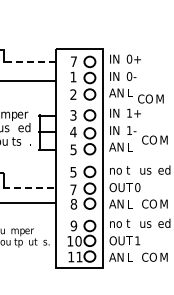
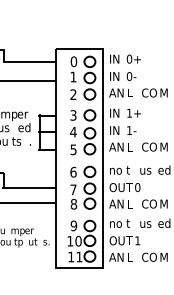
text at (73, 61): 7 -> 0
line at (30, 62): dashed -> solid
text at (150, 98) position: (150, 98) -> (154, 92)
text at (154, 139) position: (154, 139) -> (154, 146)
text at (73, 171): 5 -> 6
line at (29, 187): dashed -> solid
